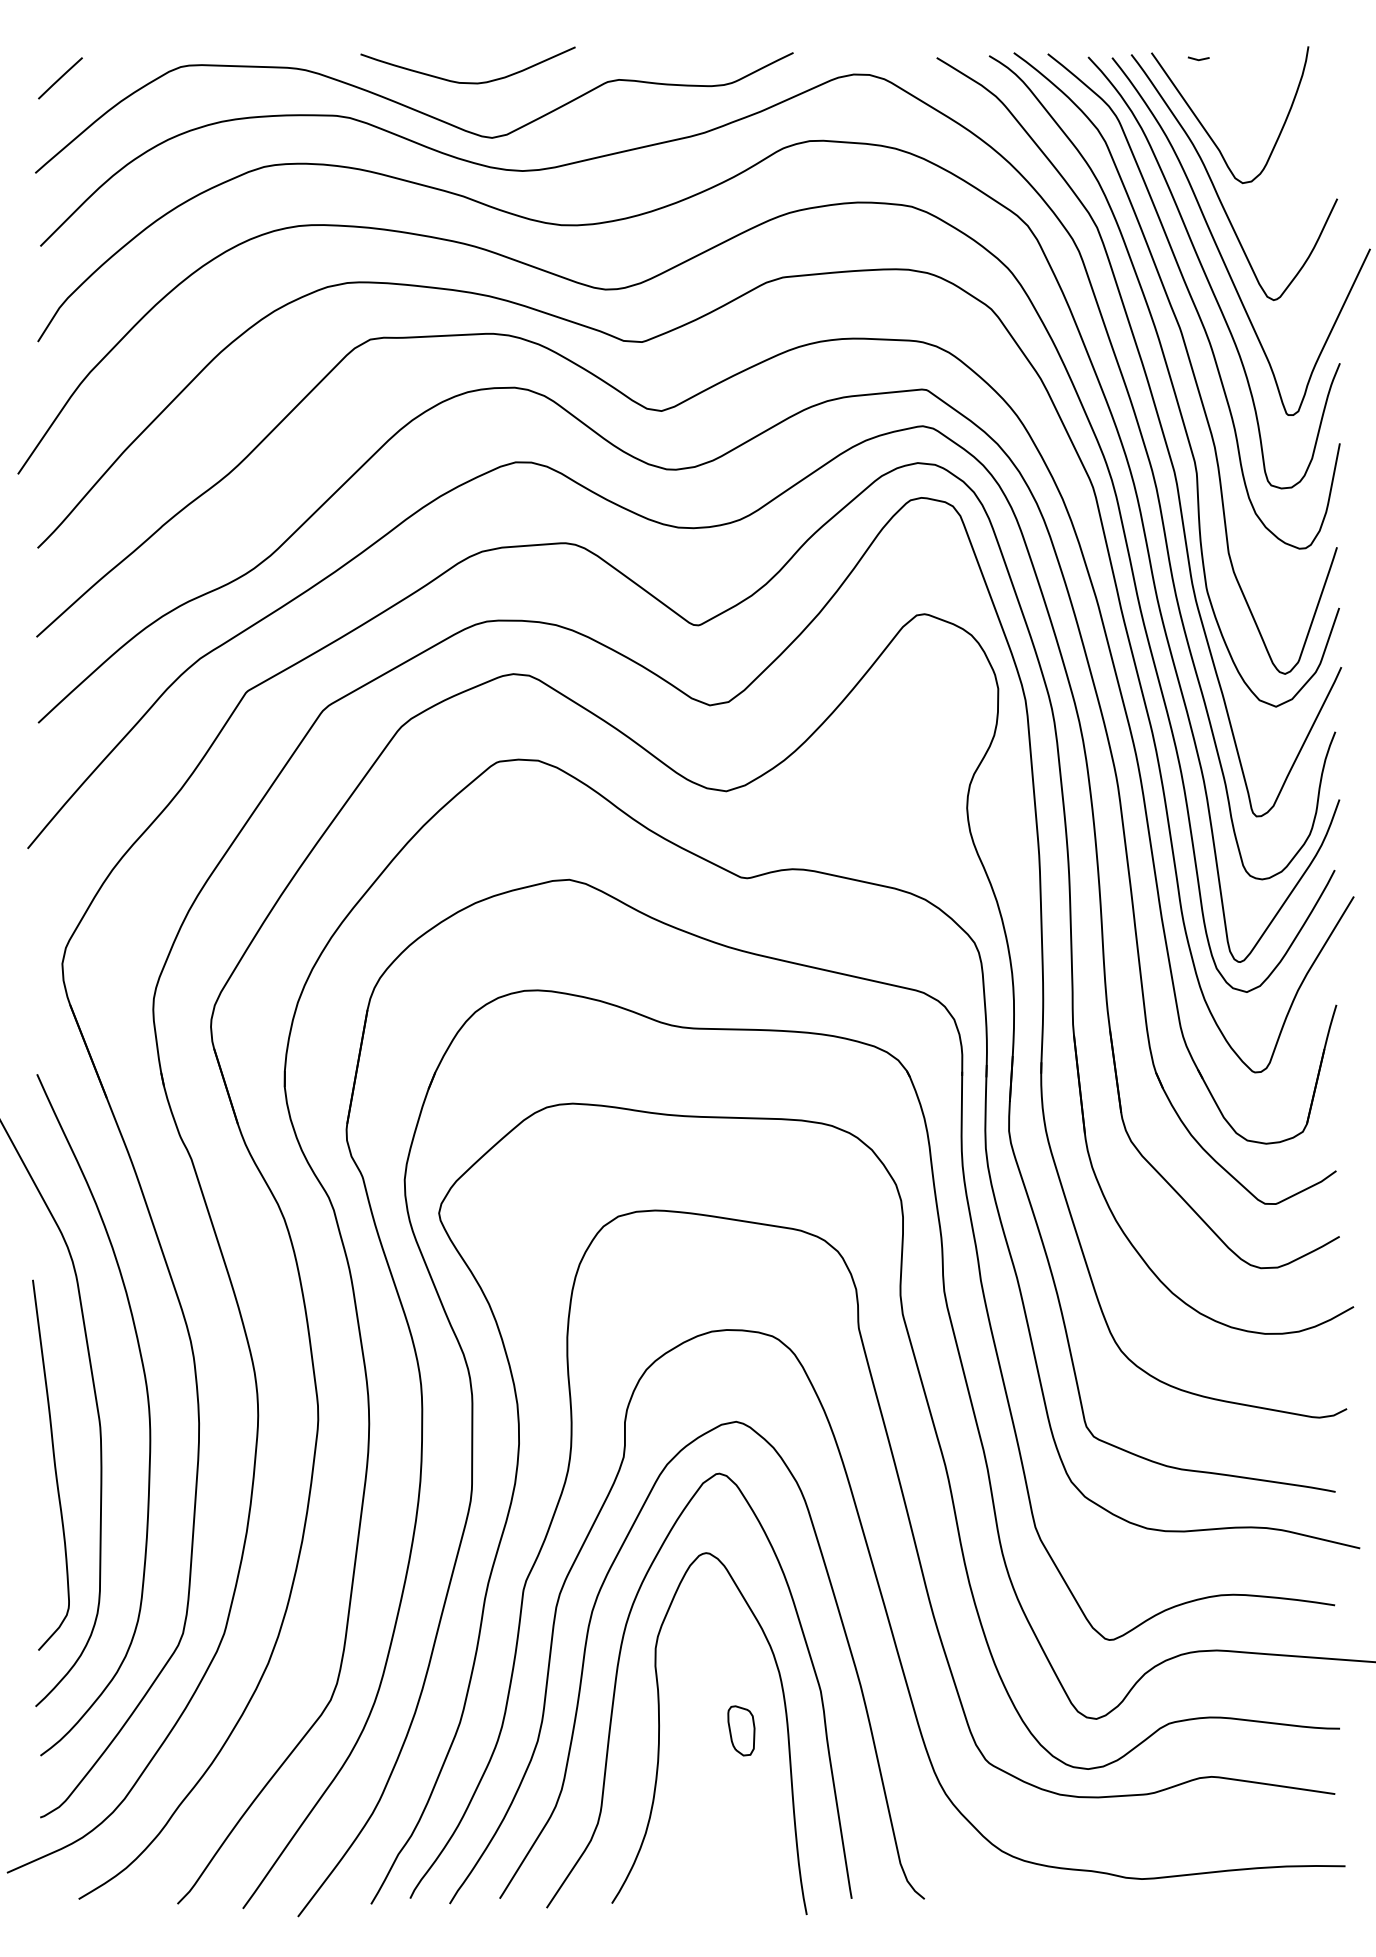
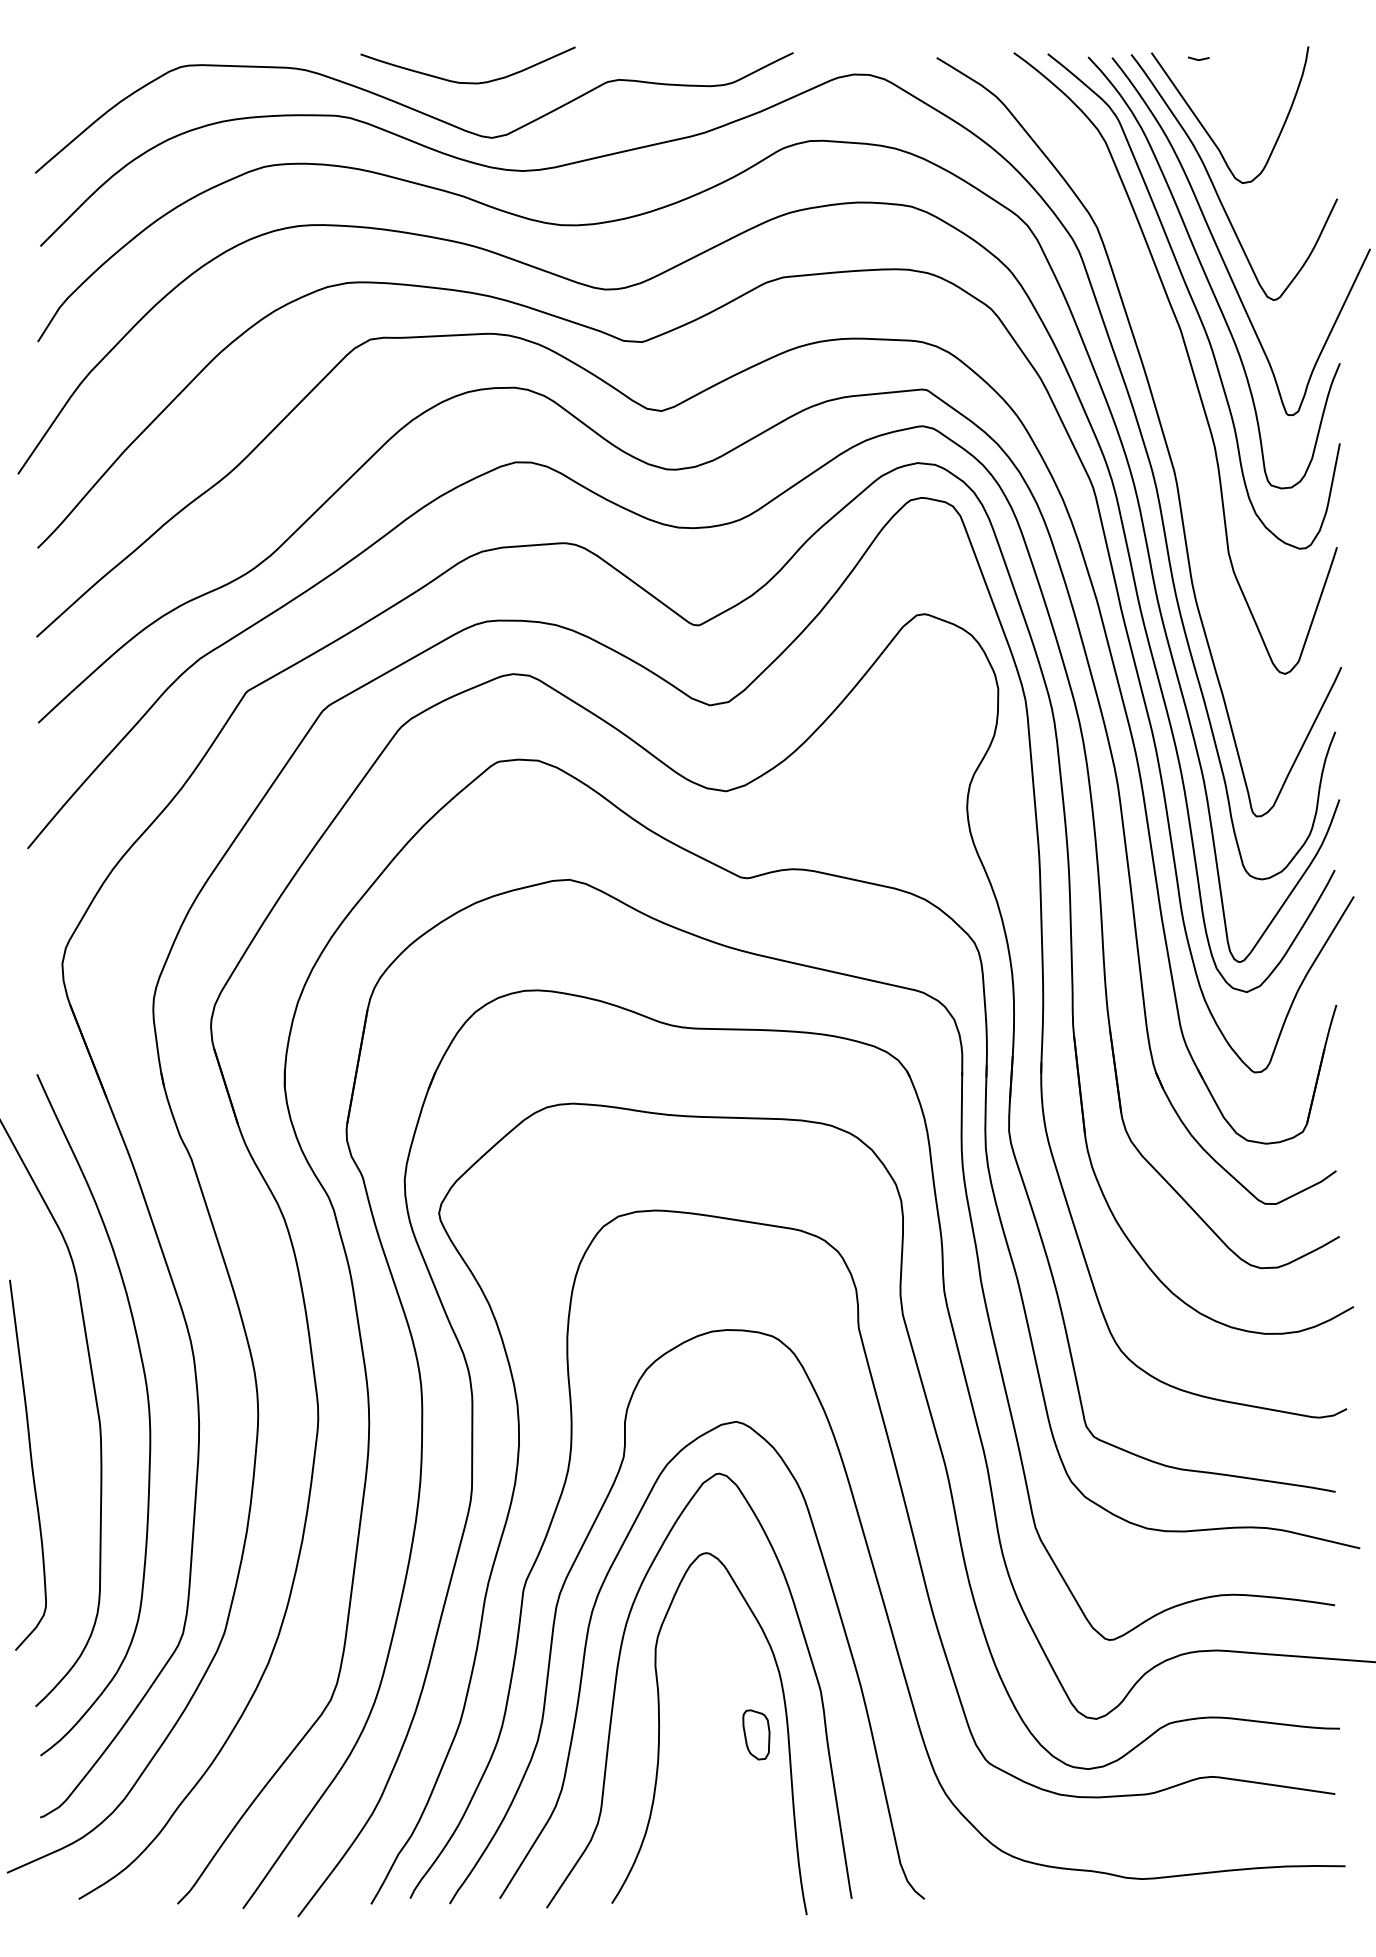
line at (60, 78): present -> none
curve at (1169, 378): present -> none
curve at (53, 1462) position: (53, 1462) -> (30, 1462)
part at (741, 1730) position: (741, 1730) -> (756, 1734)
